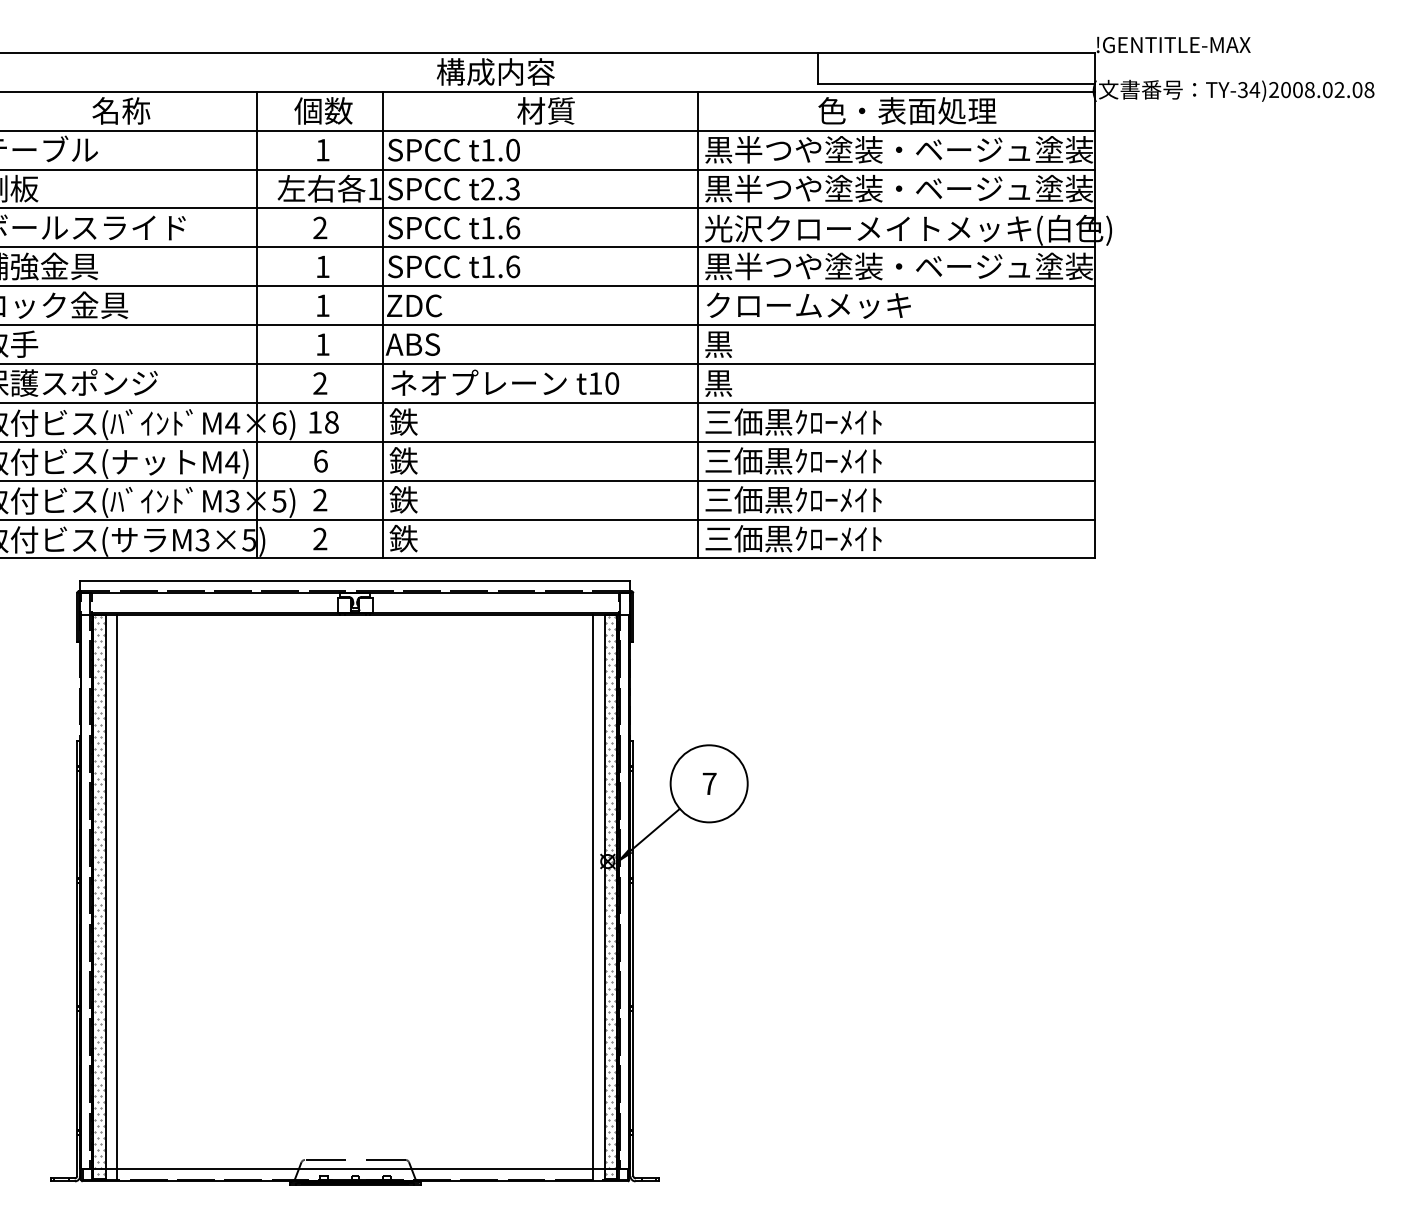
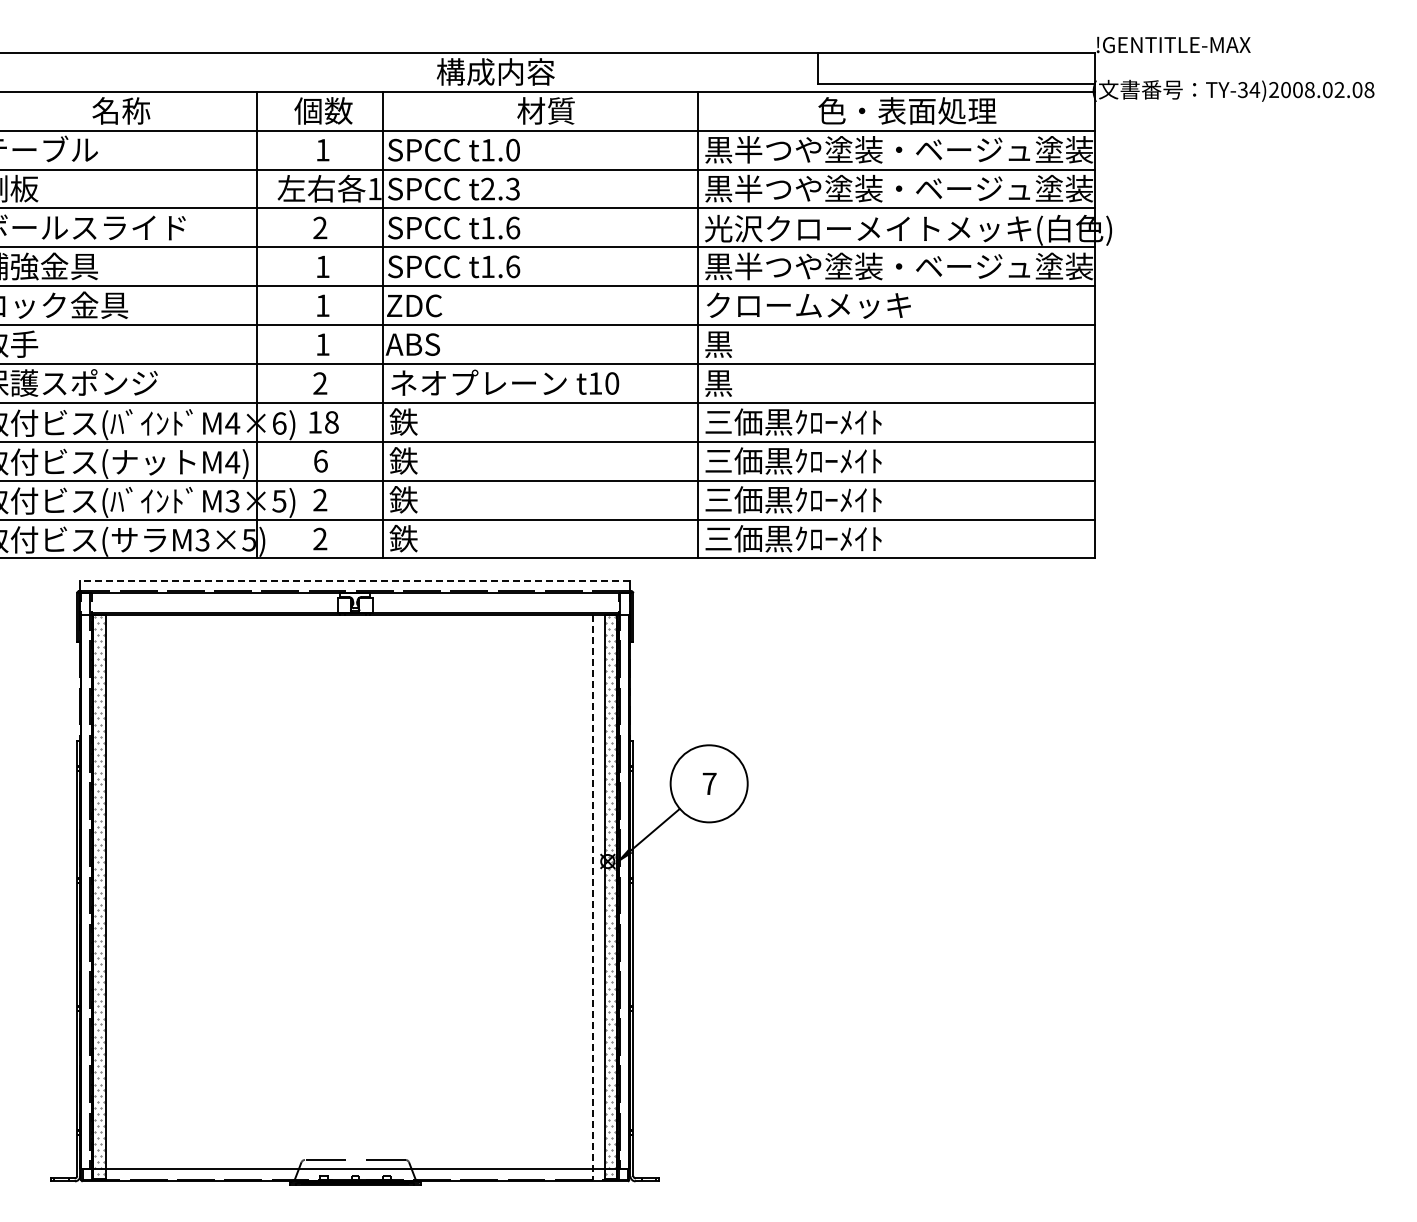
line at (355, 580): solid -> dashed
line at (117, 897): present -> none
line at (593, 897): solid -> dashed
